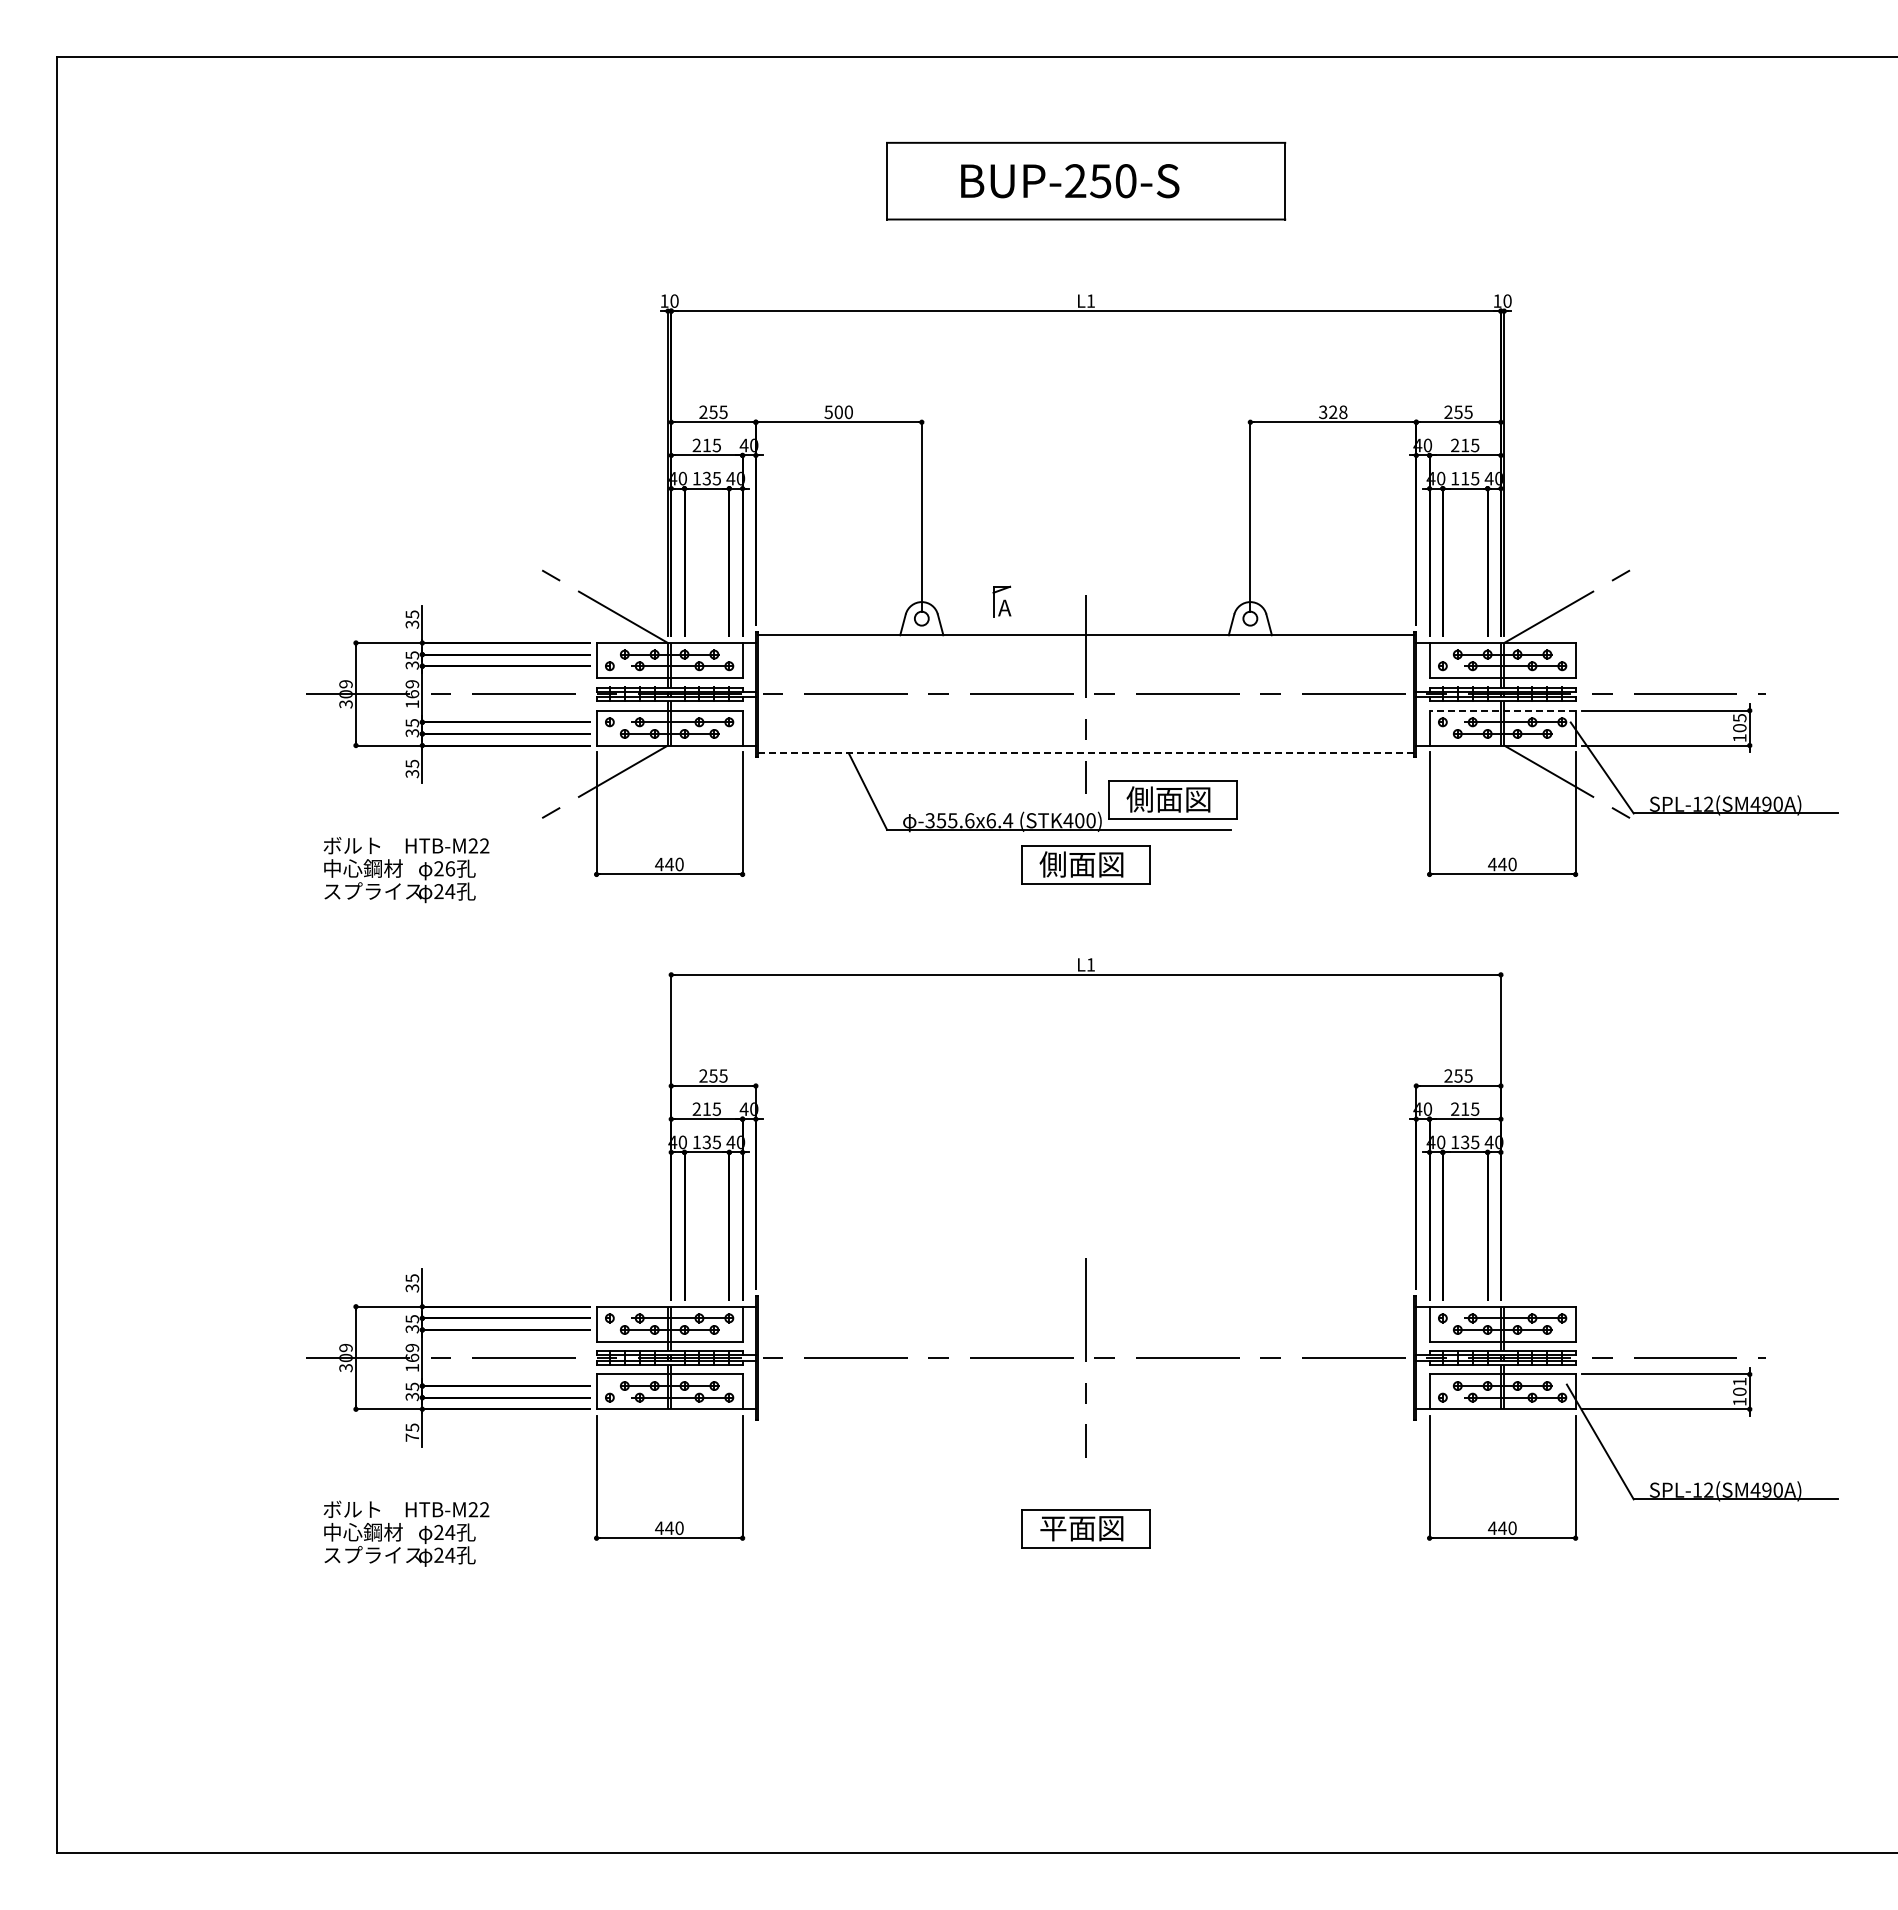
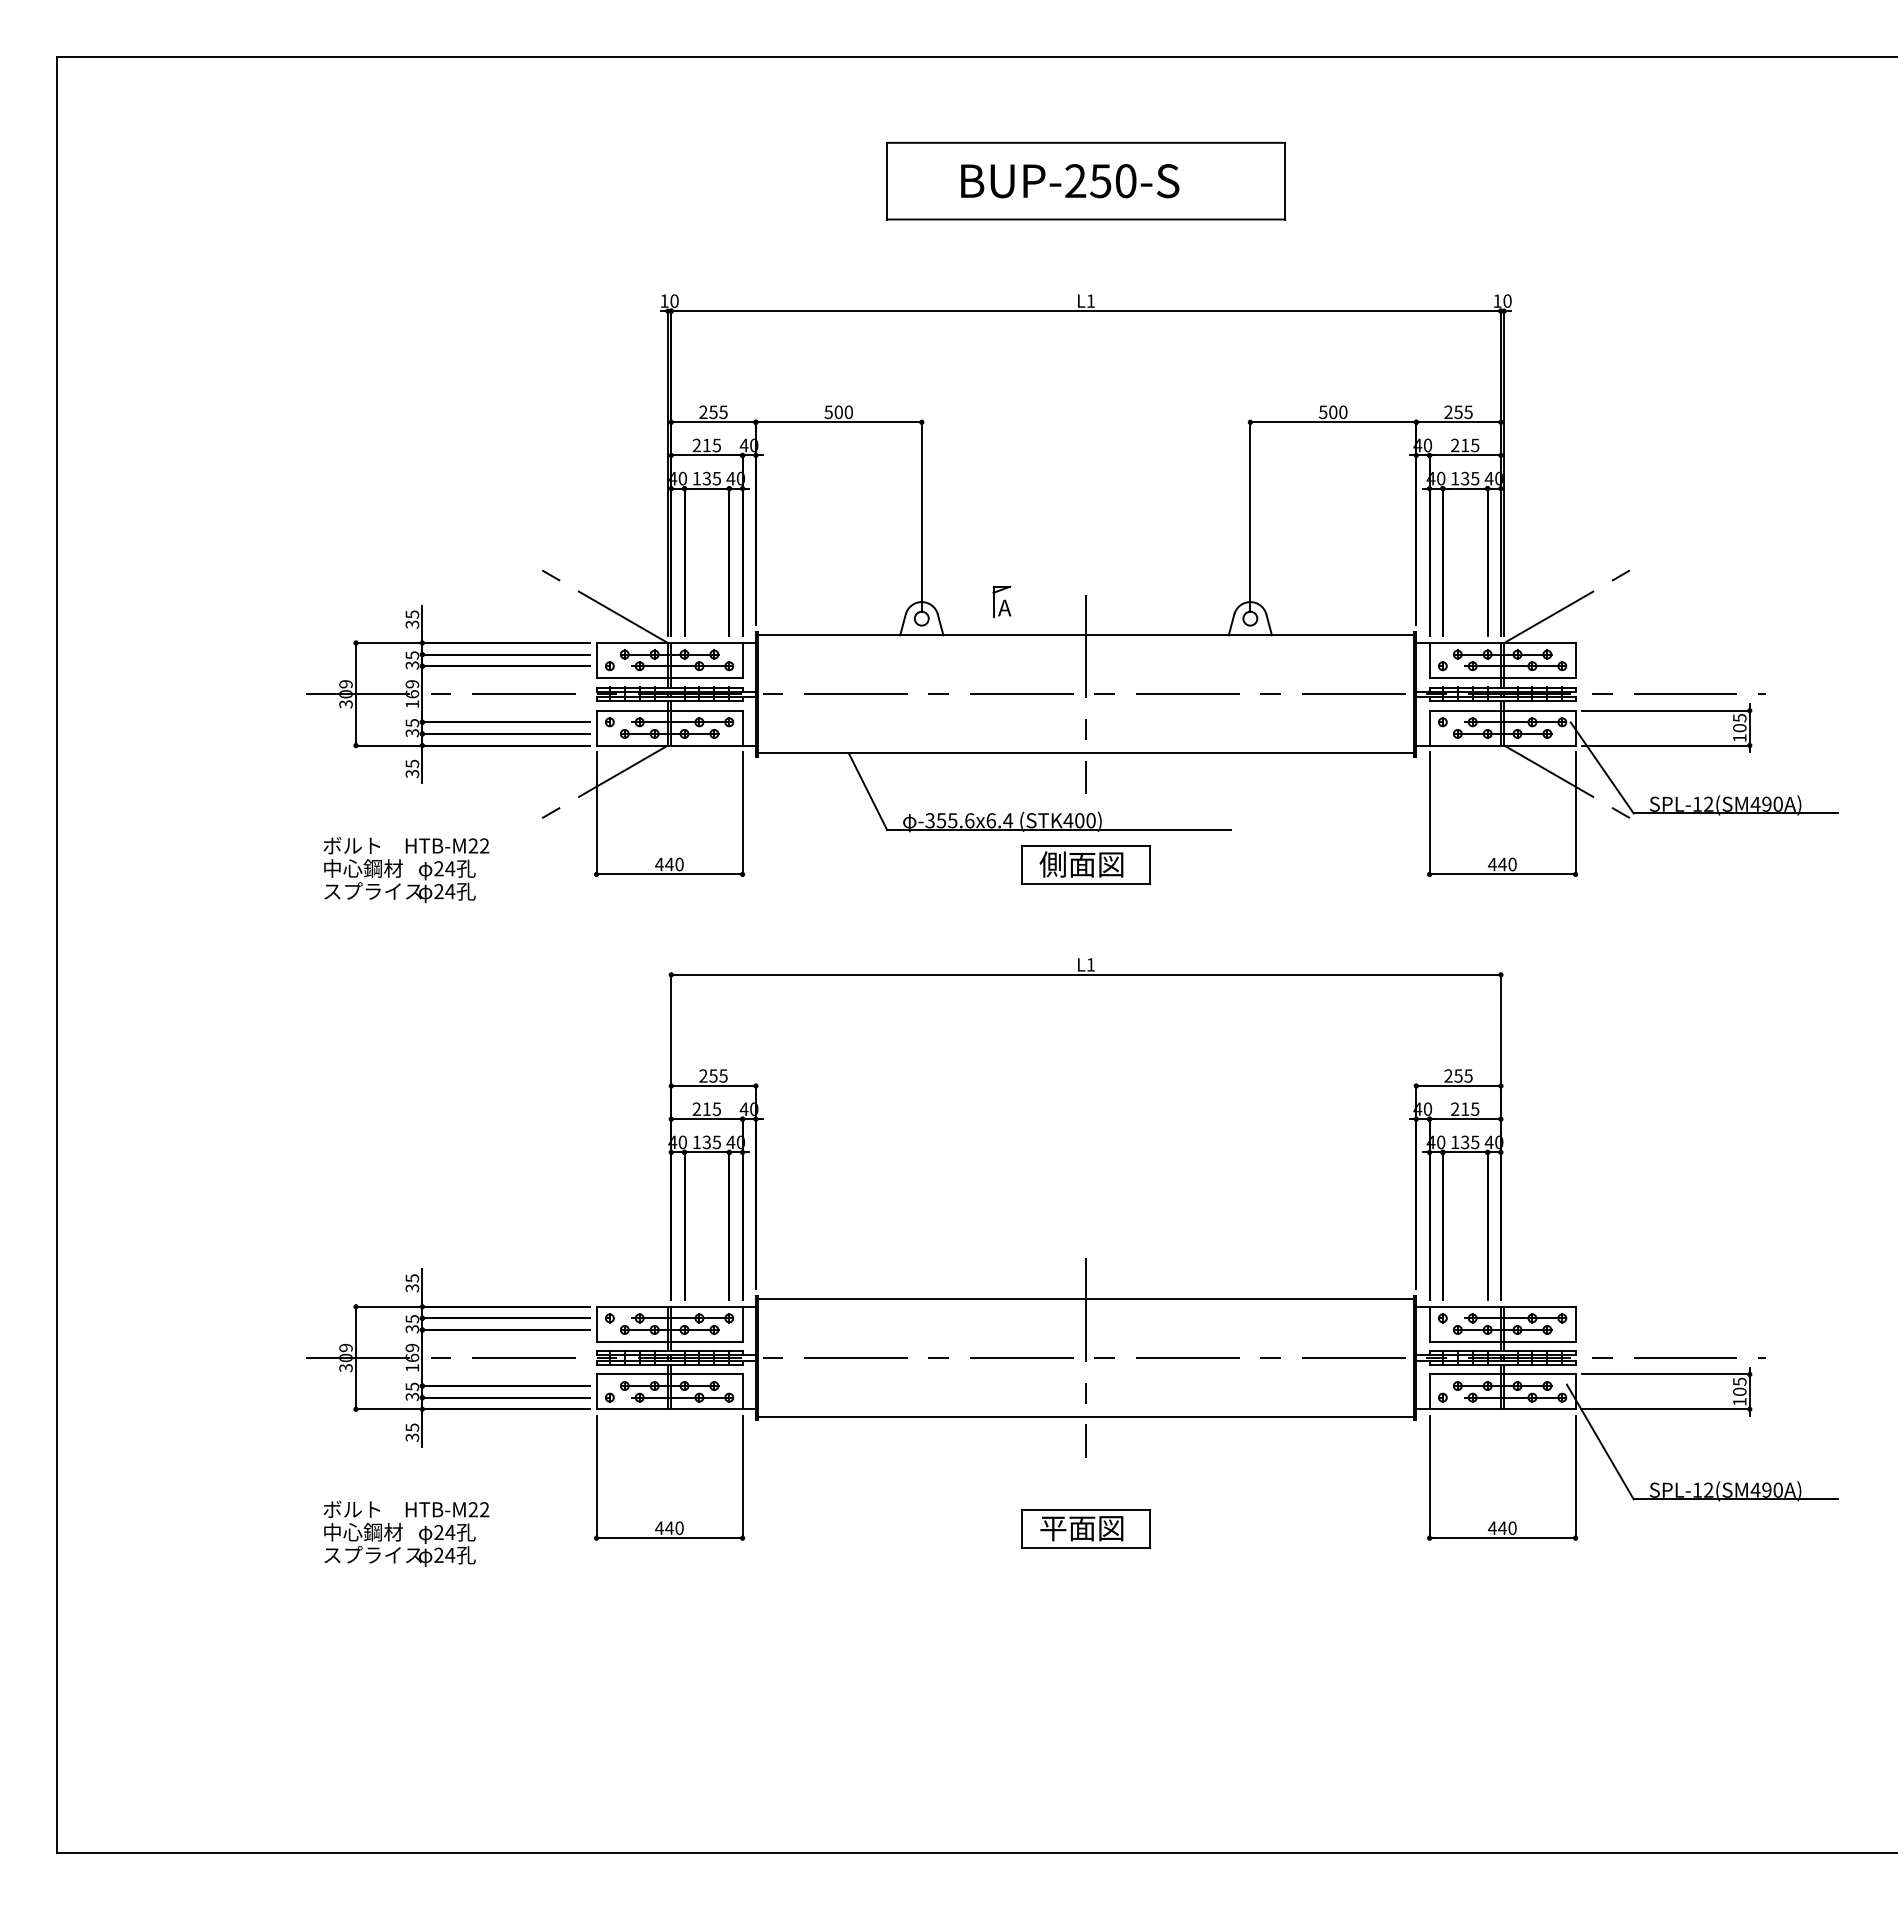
text at (1333, 412): 328 -> 500
text at (1465, 478): 115 -> 135
line at (1502, 710): dashed -> solid
line at (1086, 753): dashed -> solid
part at (1172, 799): present -> none
text at (450, 868): 26 -> 24
line at (1085, 1299): none -> present
text at (1739, 1381): 101 -> 105
line at (1085, 1417): none -> present
text at (412, 1437): 75 -> 35
